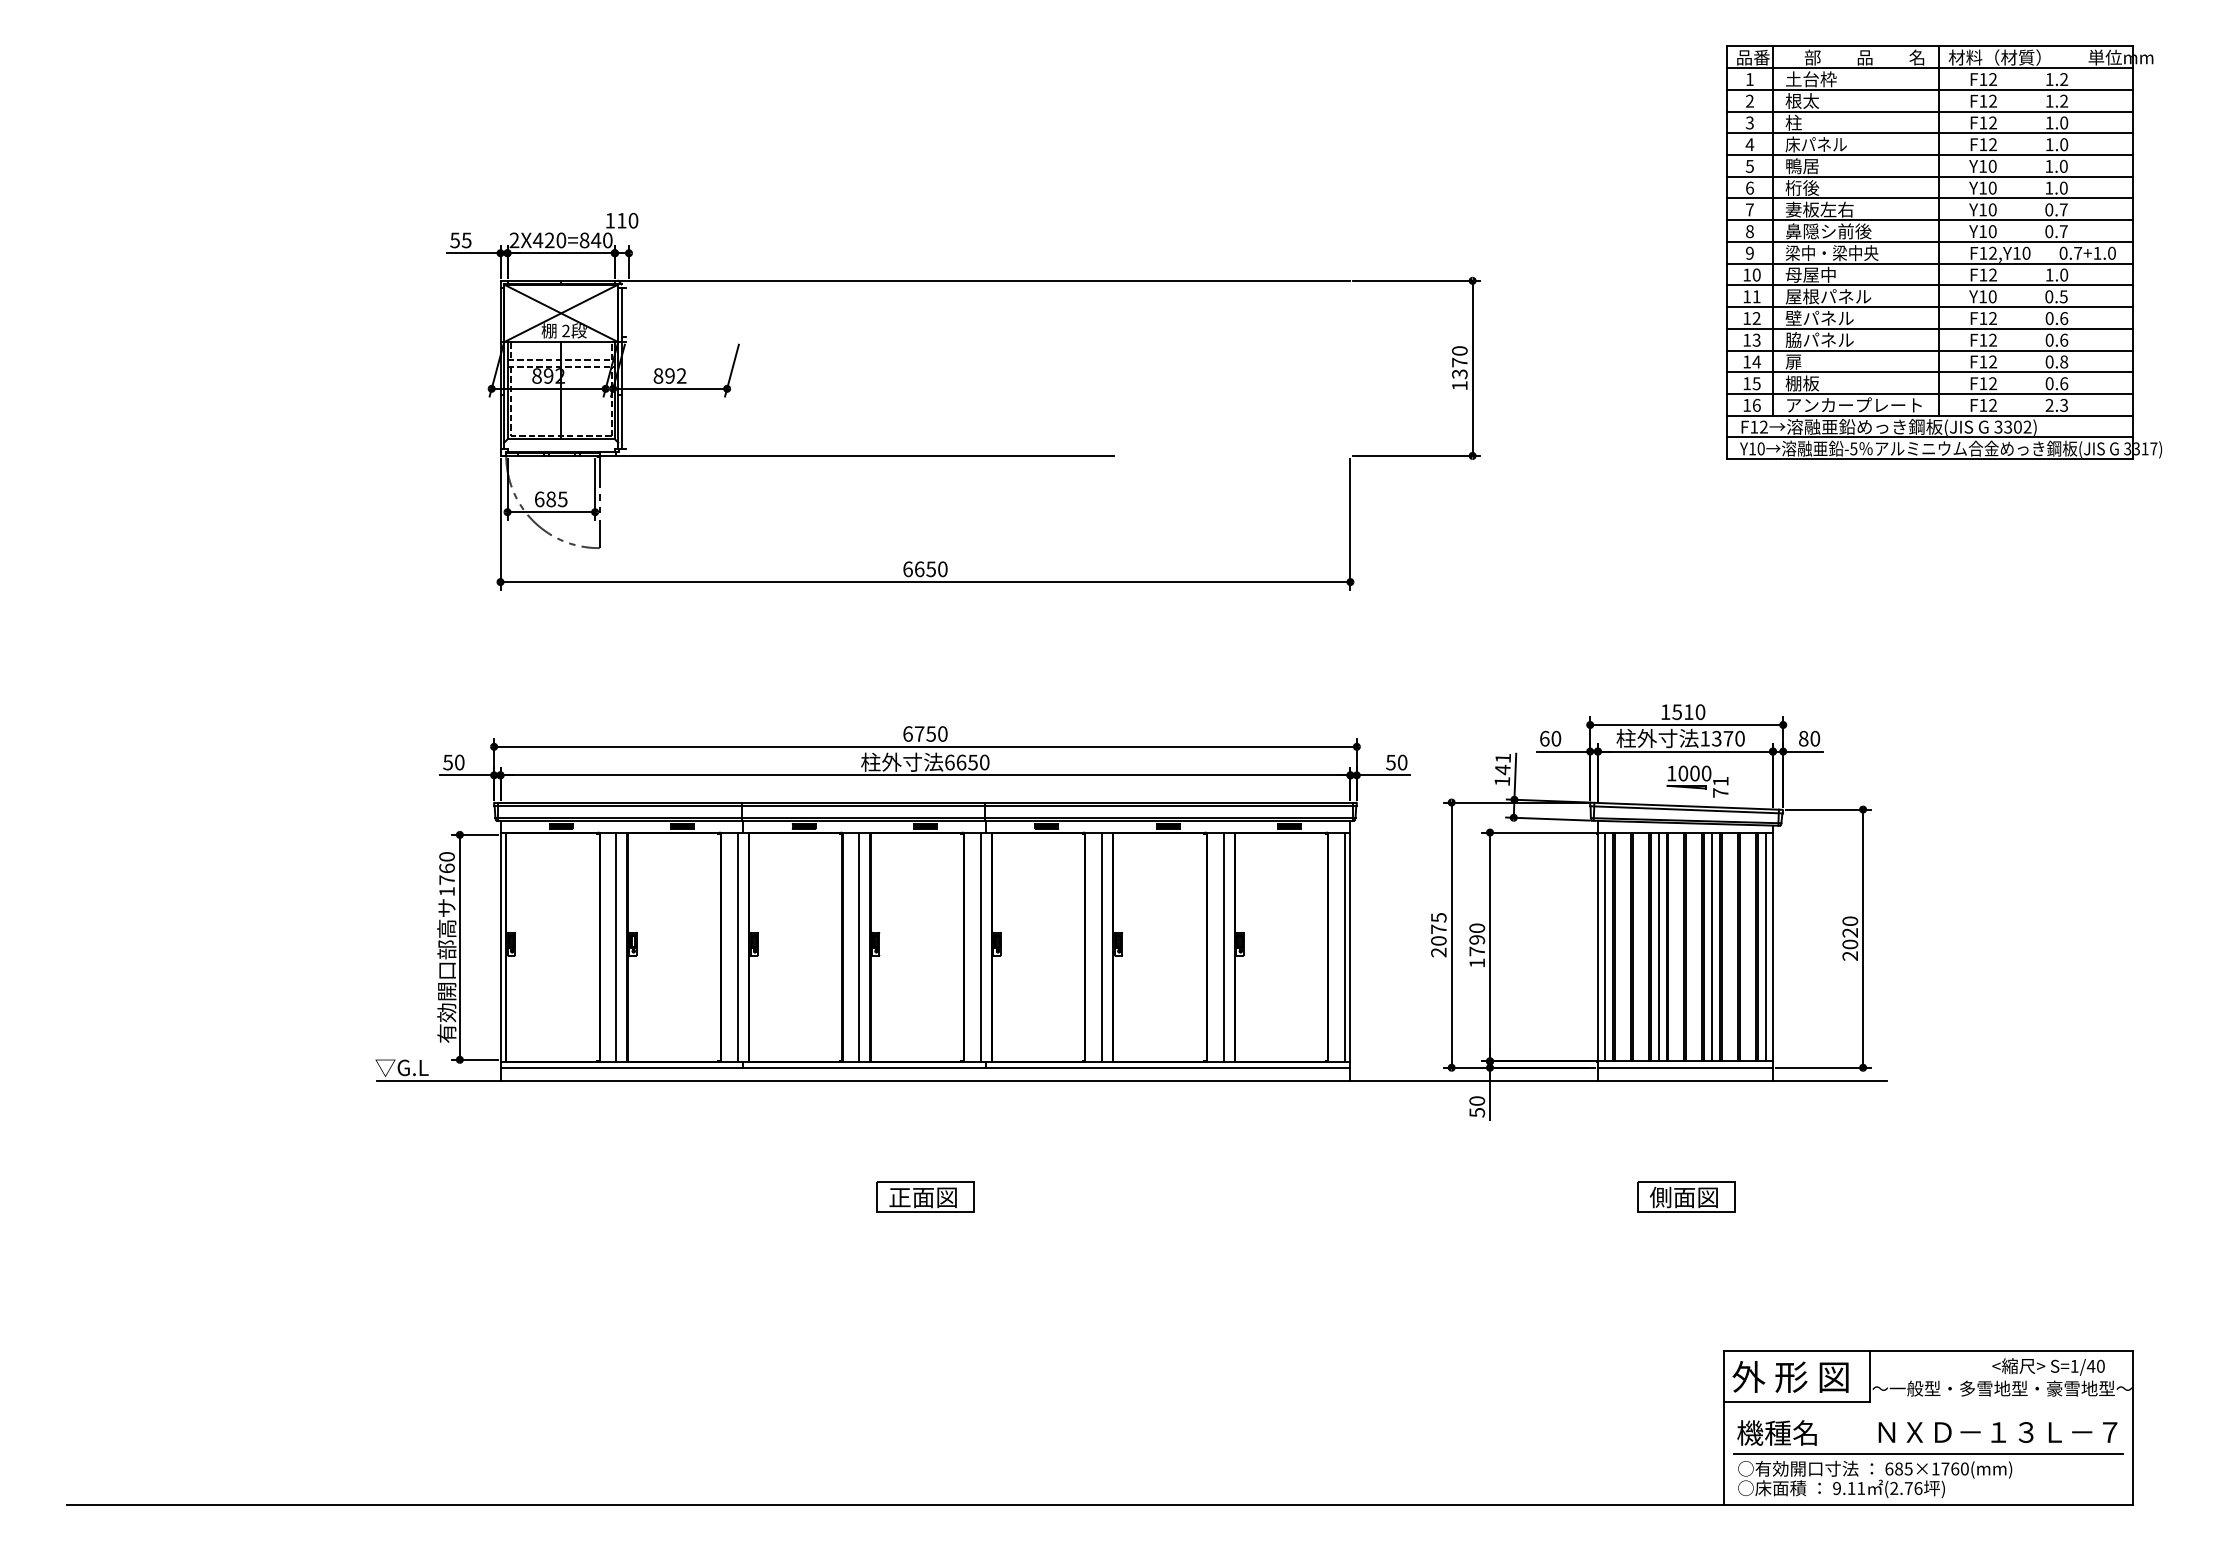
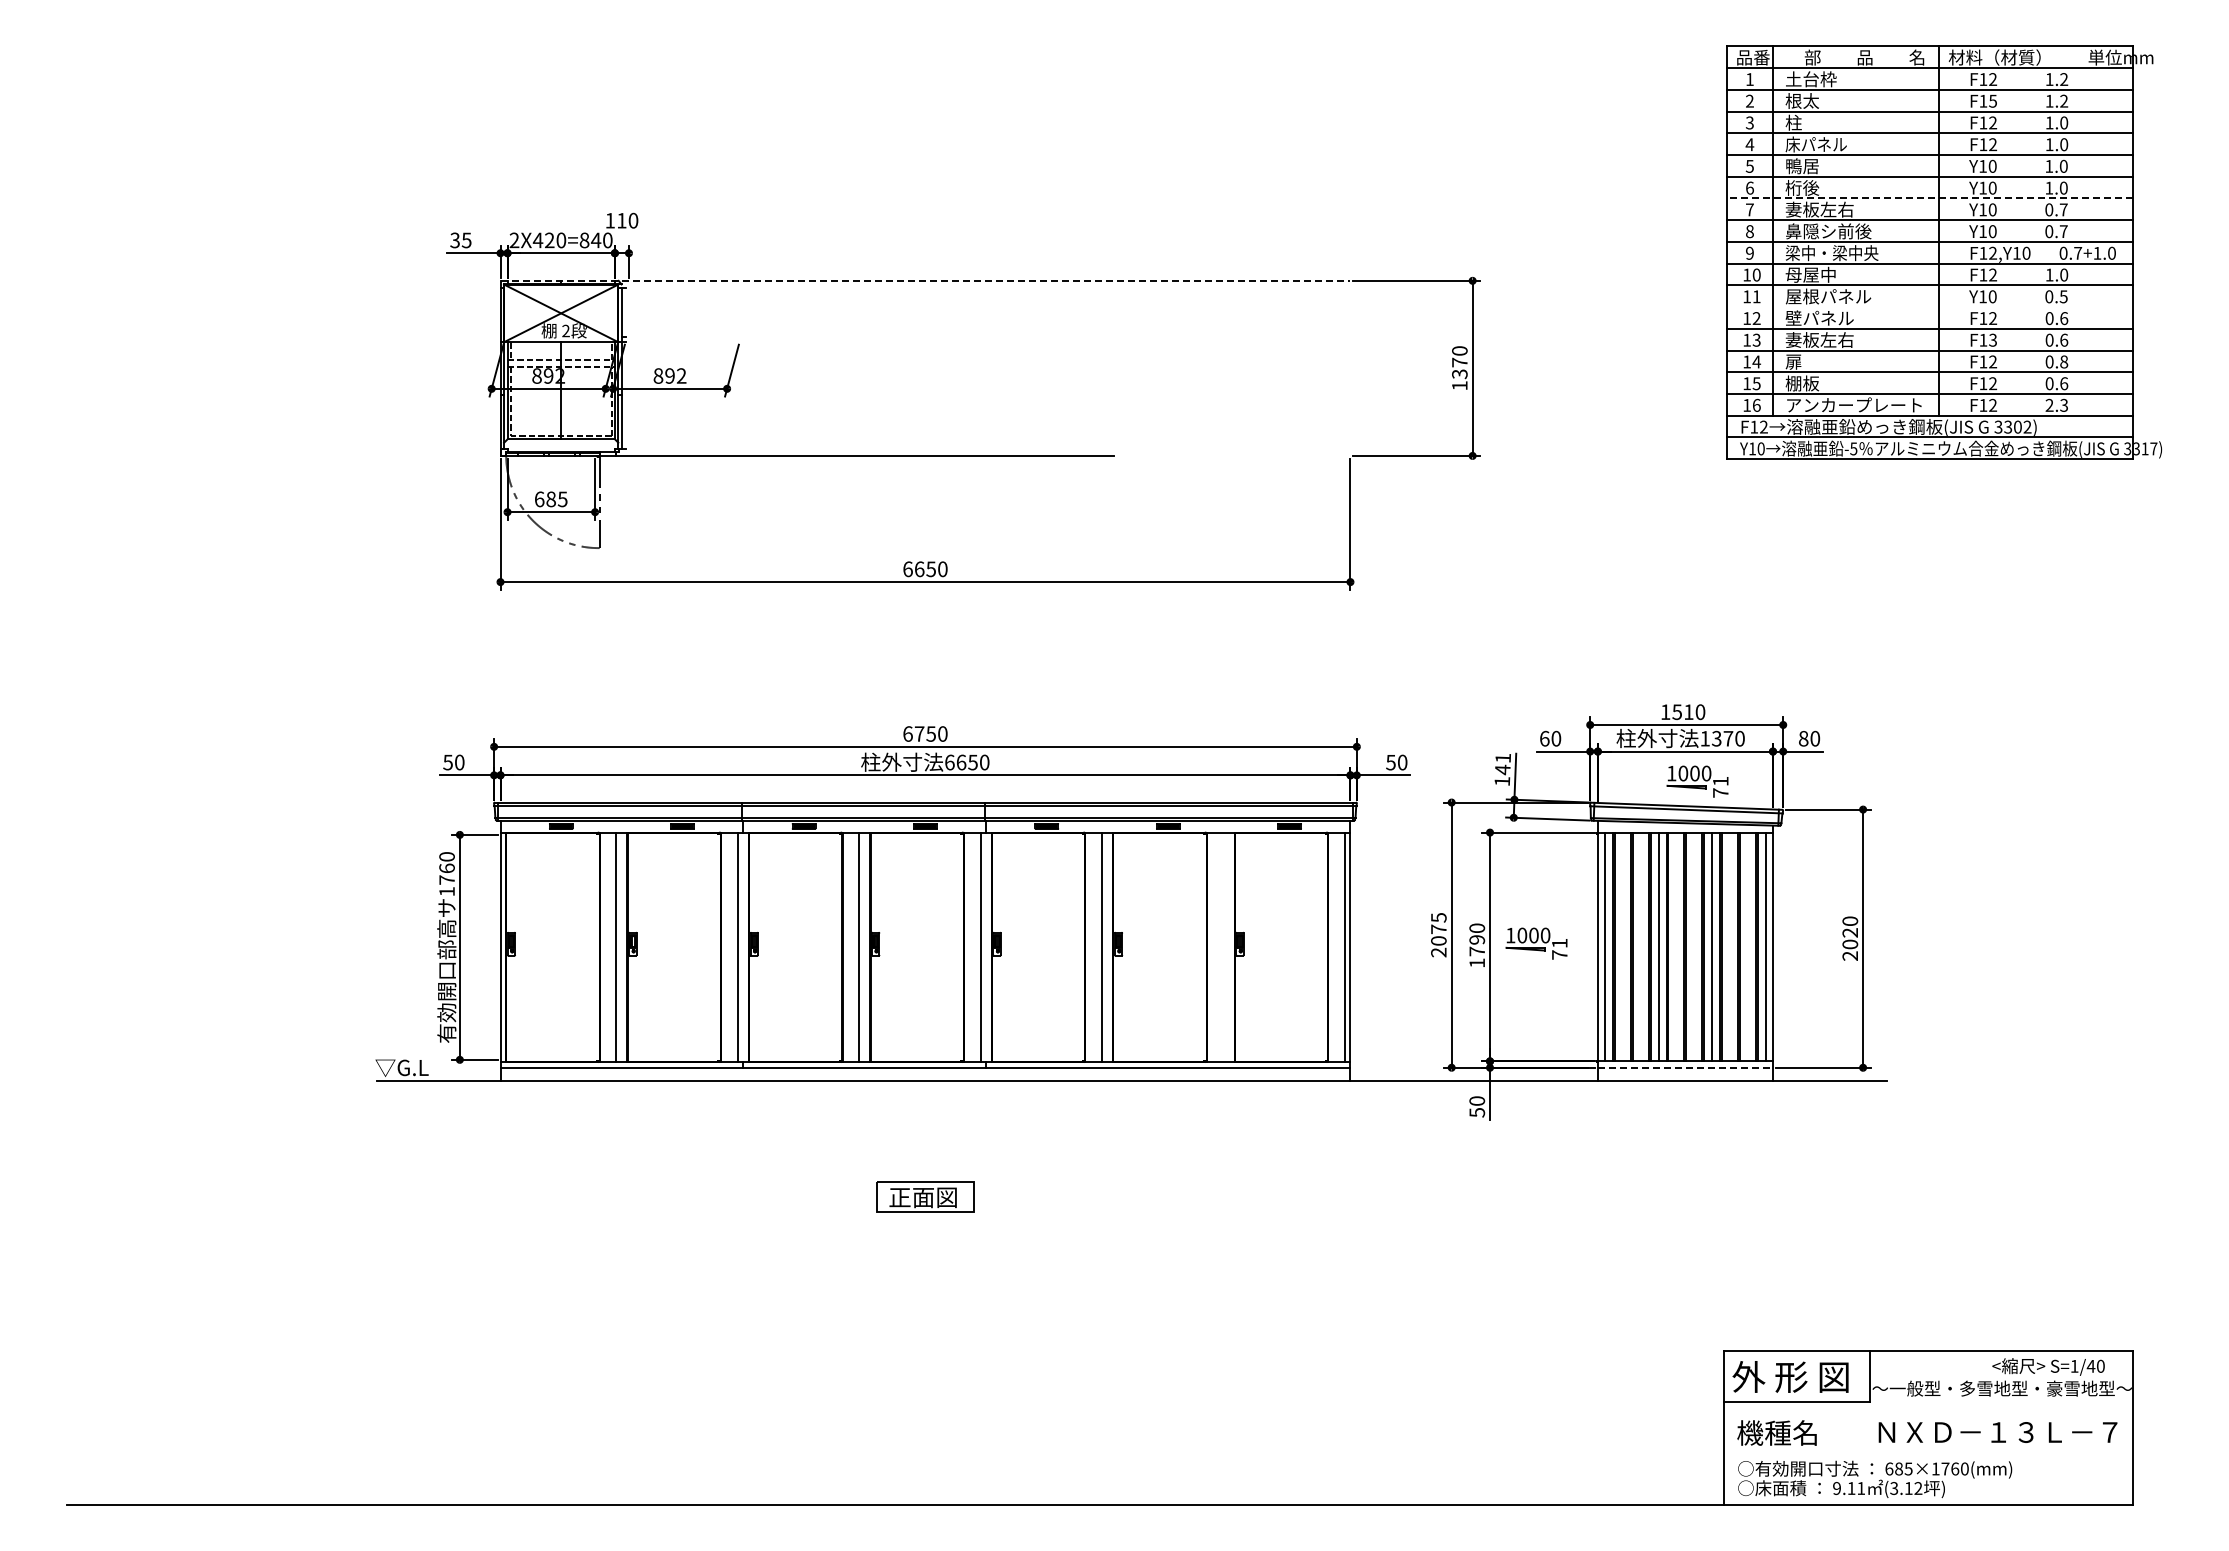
text at (1992, 100): F12 -> F15
line at (1929, 198): solid -> dashed
text at (454, 239): 55 -> 35
line at (925, 280): solid -> dashed
line at (1929, 307): present -> none
text at (1819, 339): 脇パネル -> 妻板左右
text at (1992, 340): F12 -> F13
part at (1536, 943): none -> present
line at (1223, 947): present -> none
line at (1685, 1067): solid -> dashed
part at (1686, 1196): present -> none
line at (1928, 1453): present -> none
text at (1906, 1488): (2.76 -> (3.12
